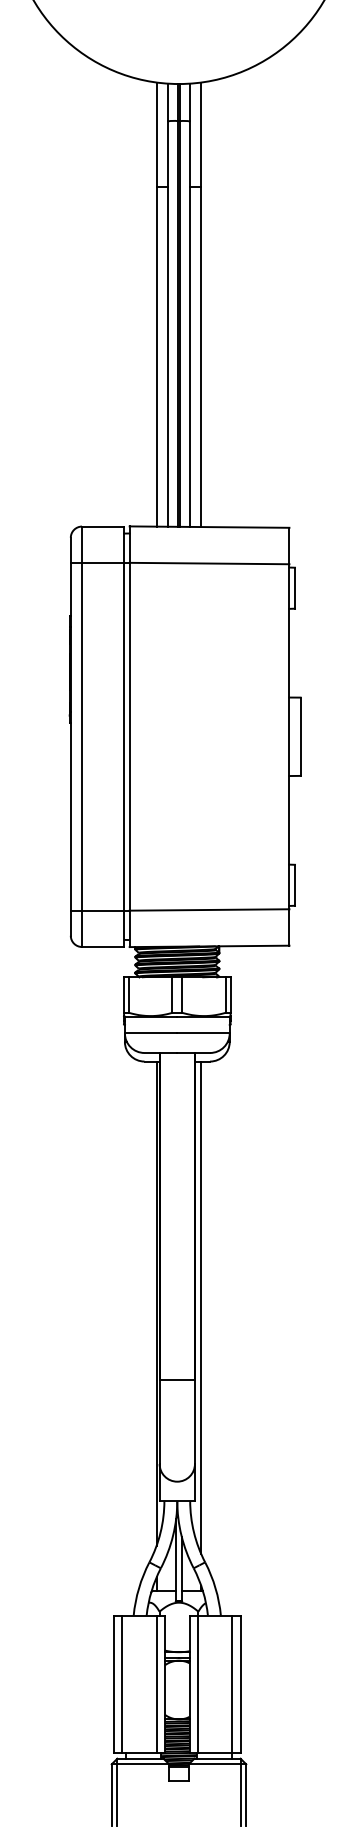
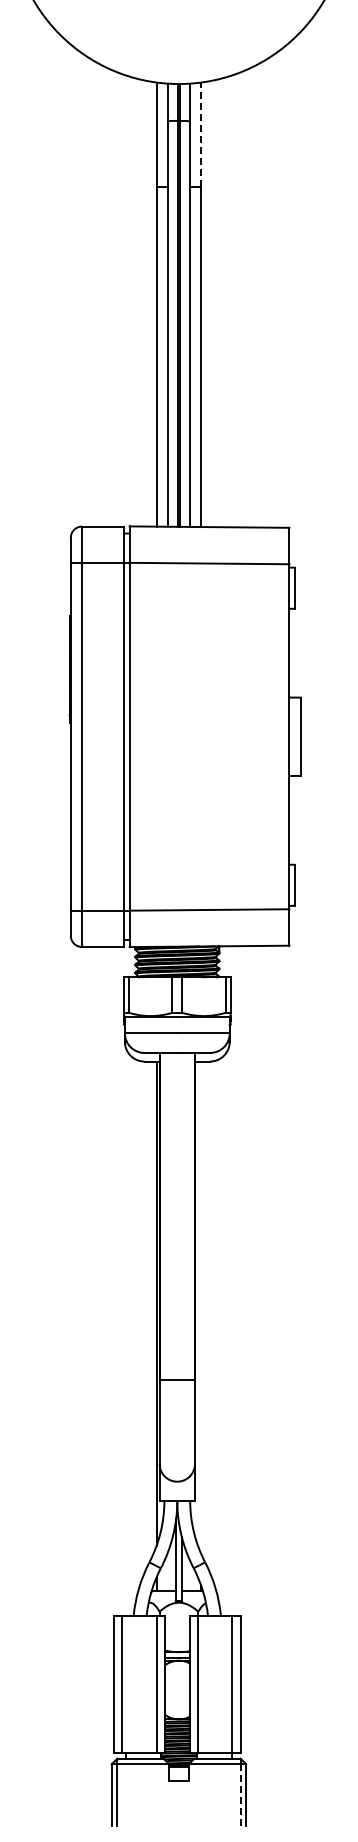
line at (201, 134): solid -> dashed
line at (201, 1307): present -> none
line at (240, 1795): solid -> dashed
